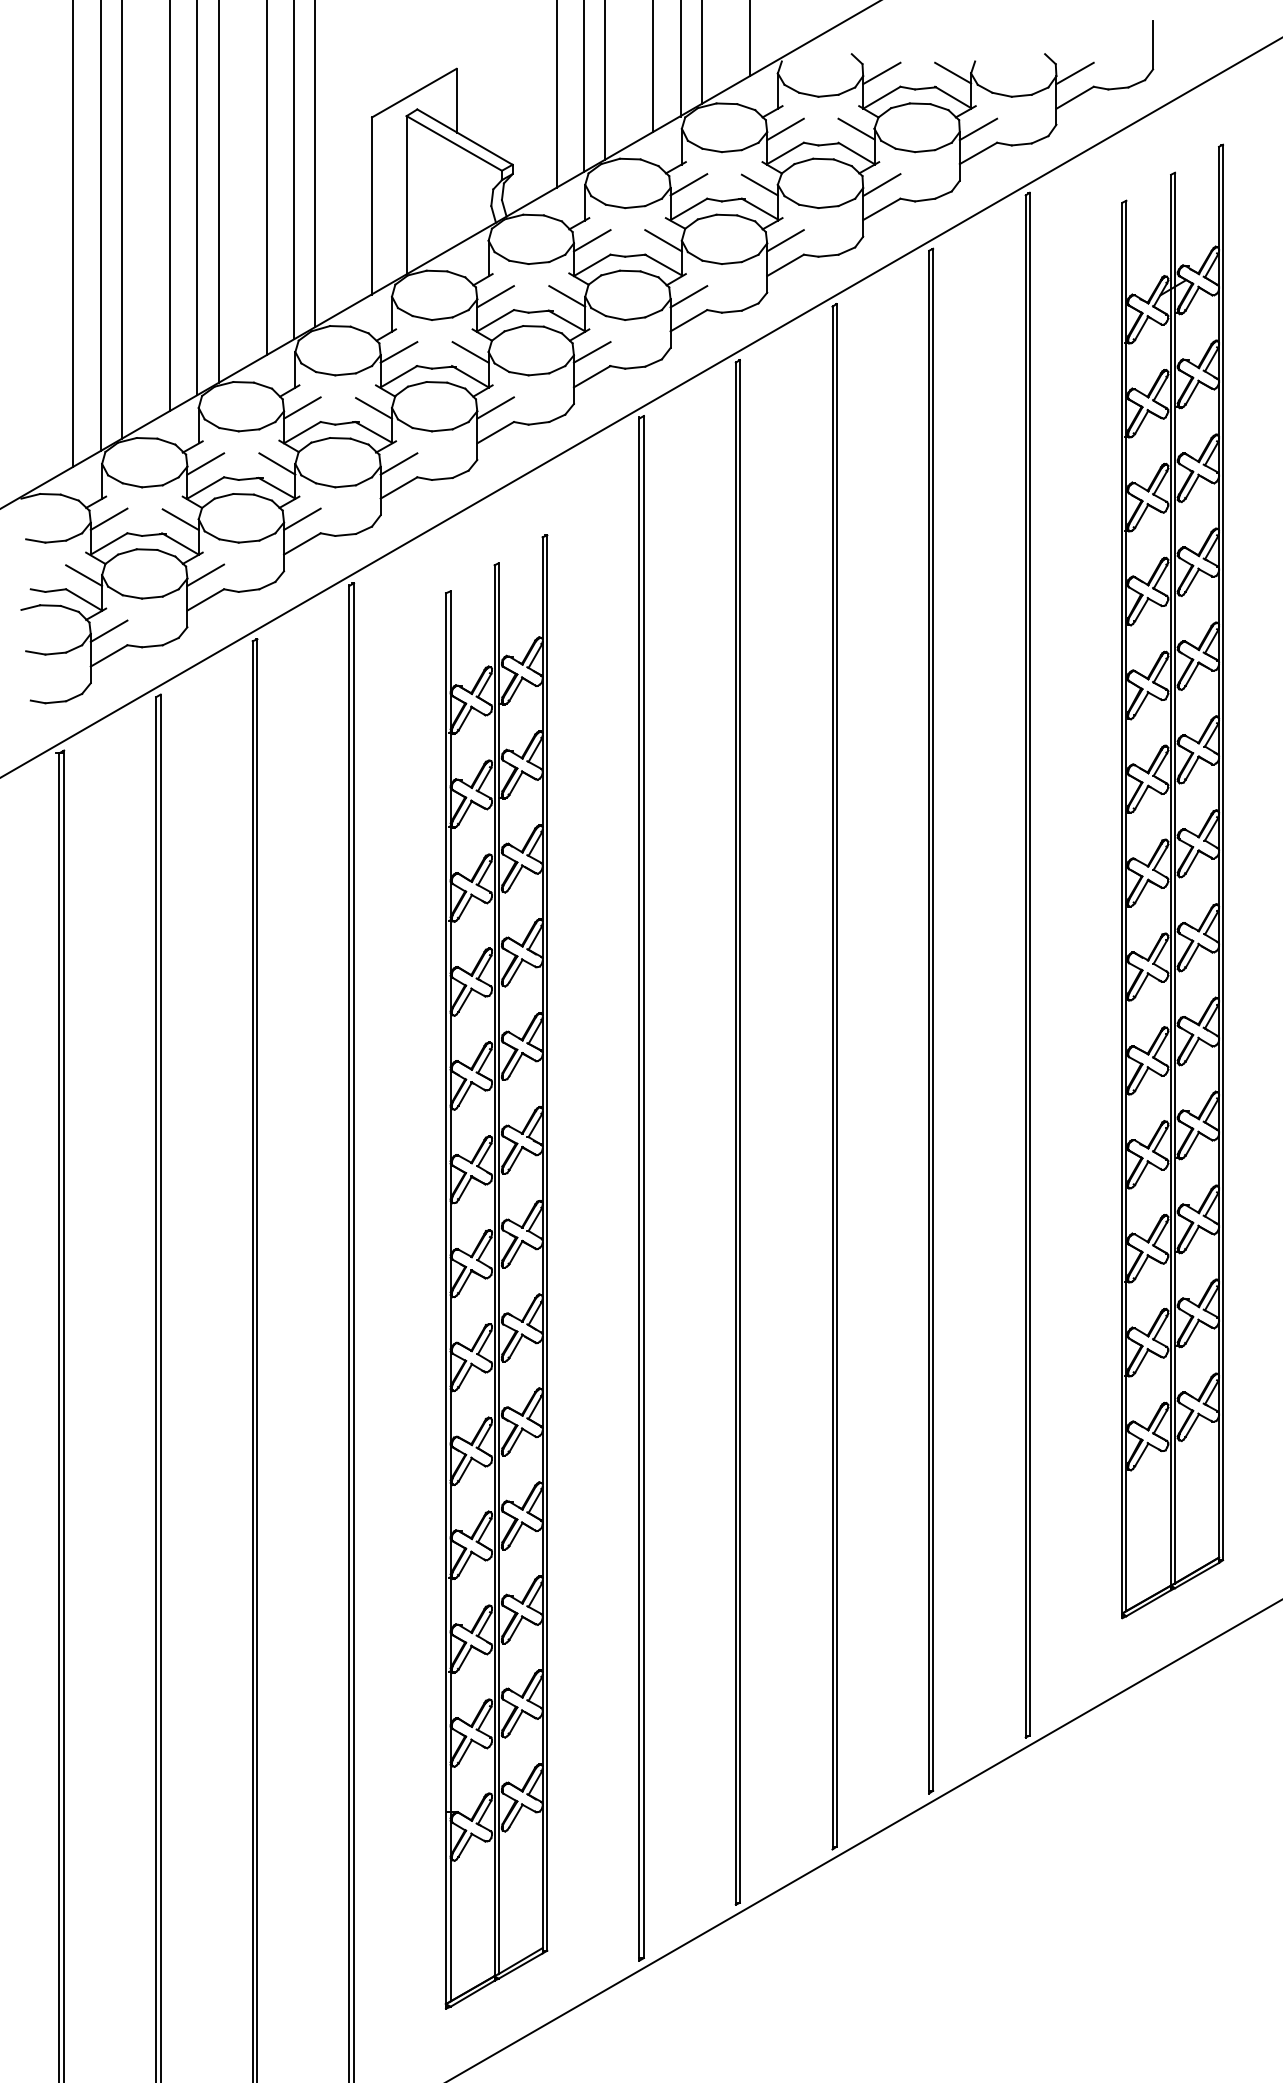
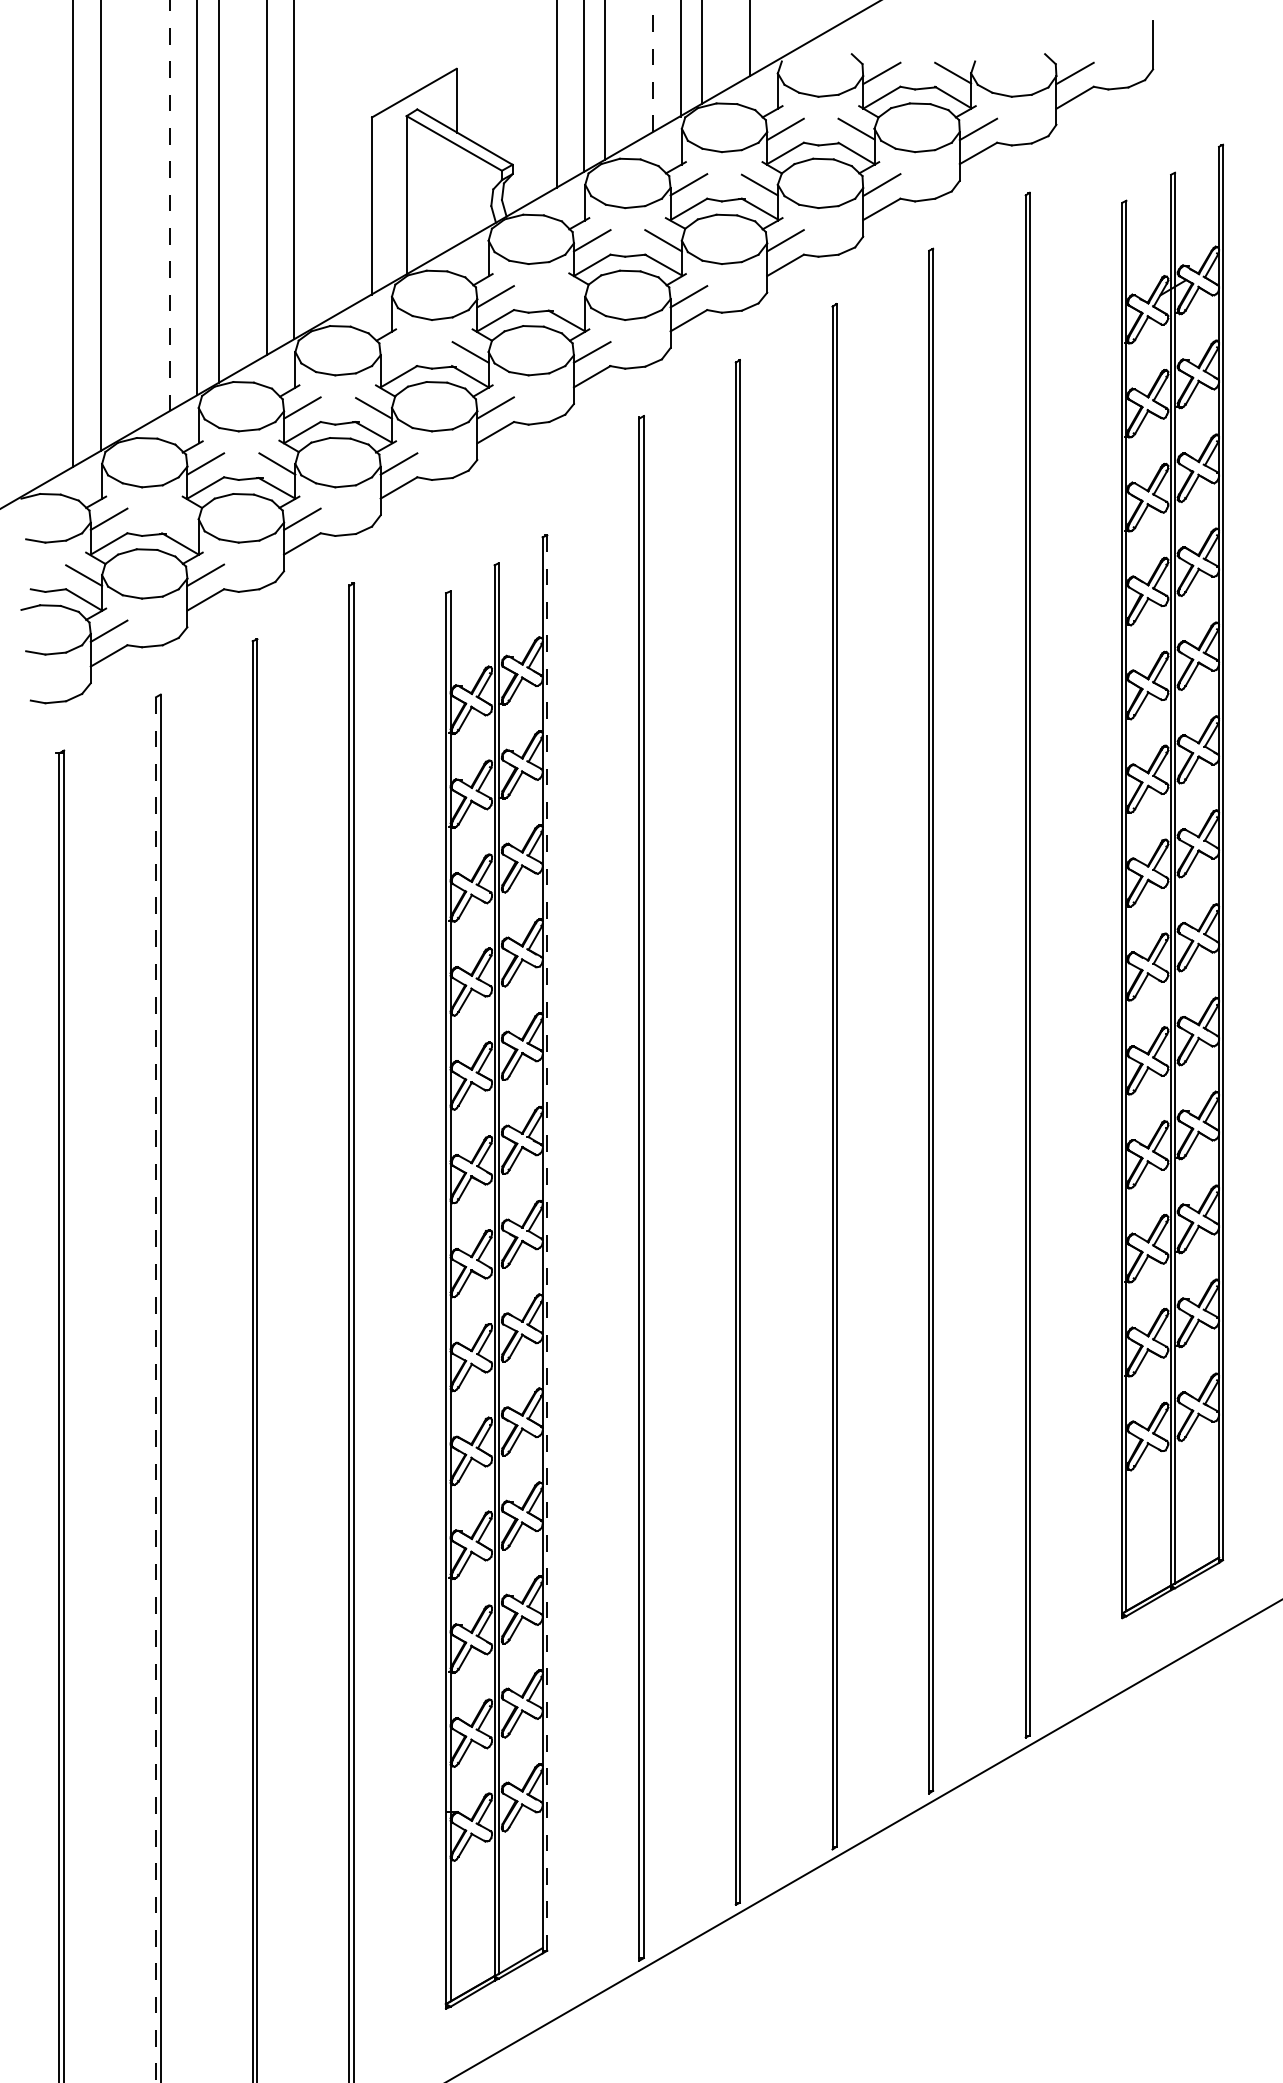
line at (653, 66): solid -> dashed
line at (315, 164): present -> none
line at (170, 205): solid -> dashed
line at (122, 220): present -> none
line at (567, 296): present -> none
line at (398, 352): present -> none
line at (640, 407): present -> none
line at (180, 519): present -> none
line at (547, 1243): solid -> dashed
line at (156, 1390): solid -> dashed
